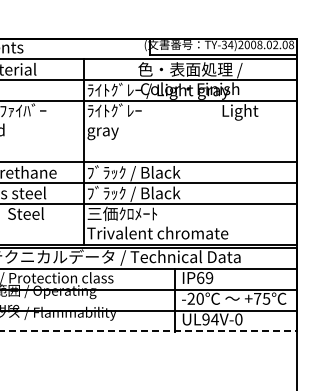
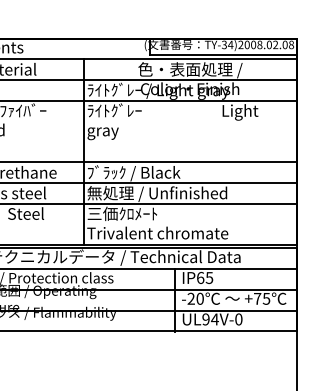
text at (157, 193): ﾌﾞﾗｯｸ / Black -> 無処理 / Unfinished
text at (209, 277): IP69 -> IP65
line at (149, 331): dashed -> solid
